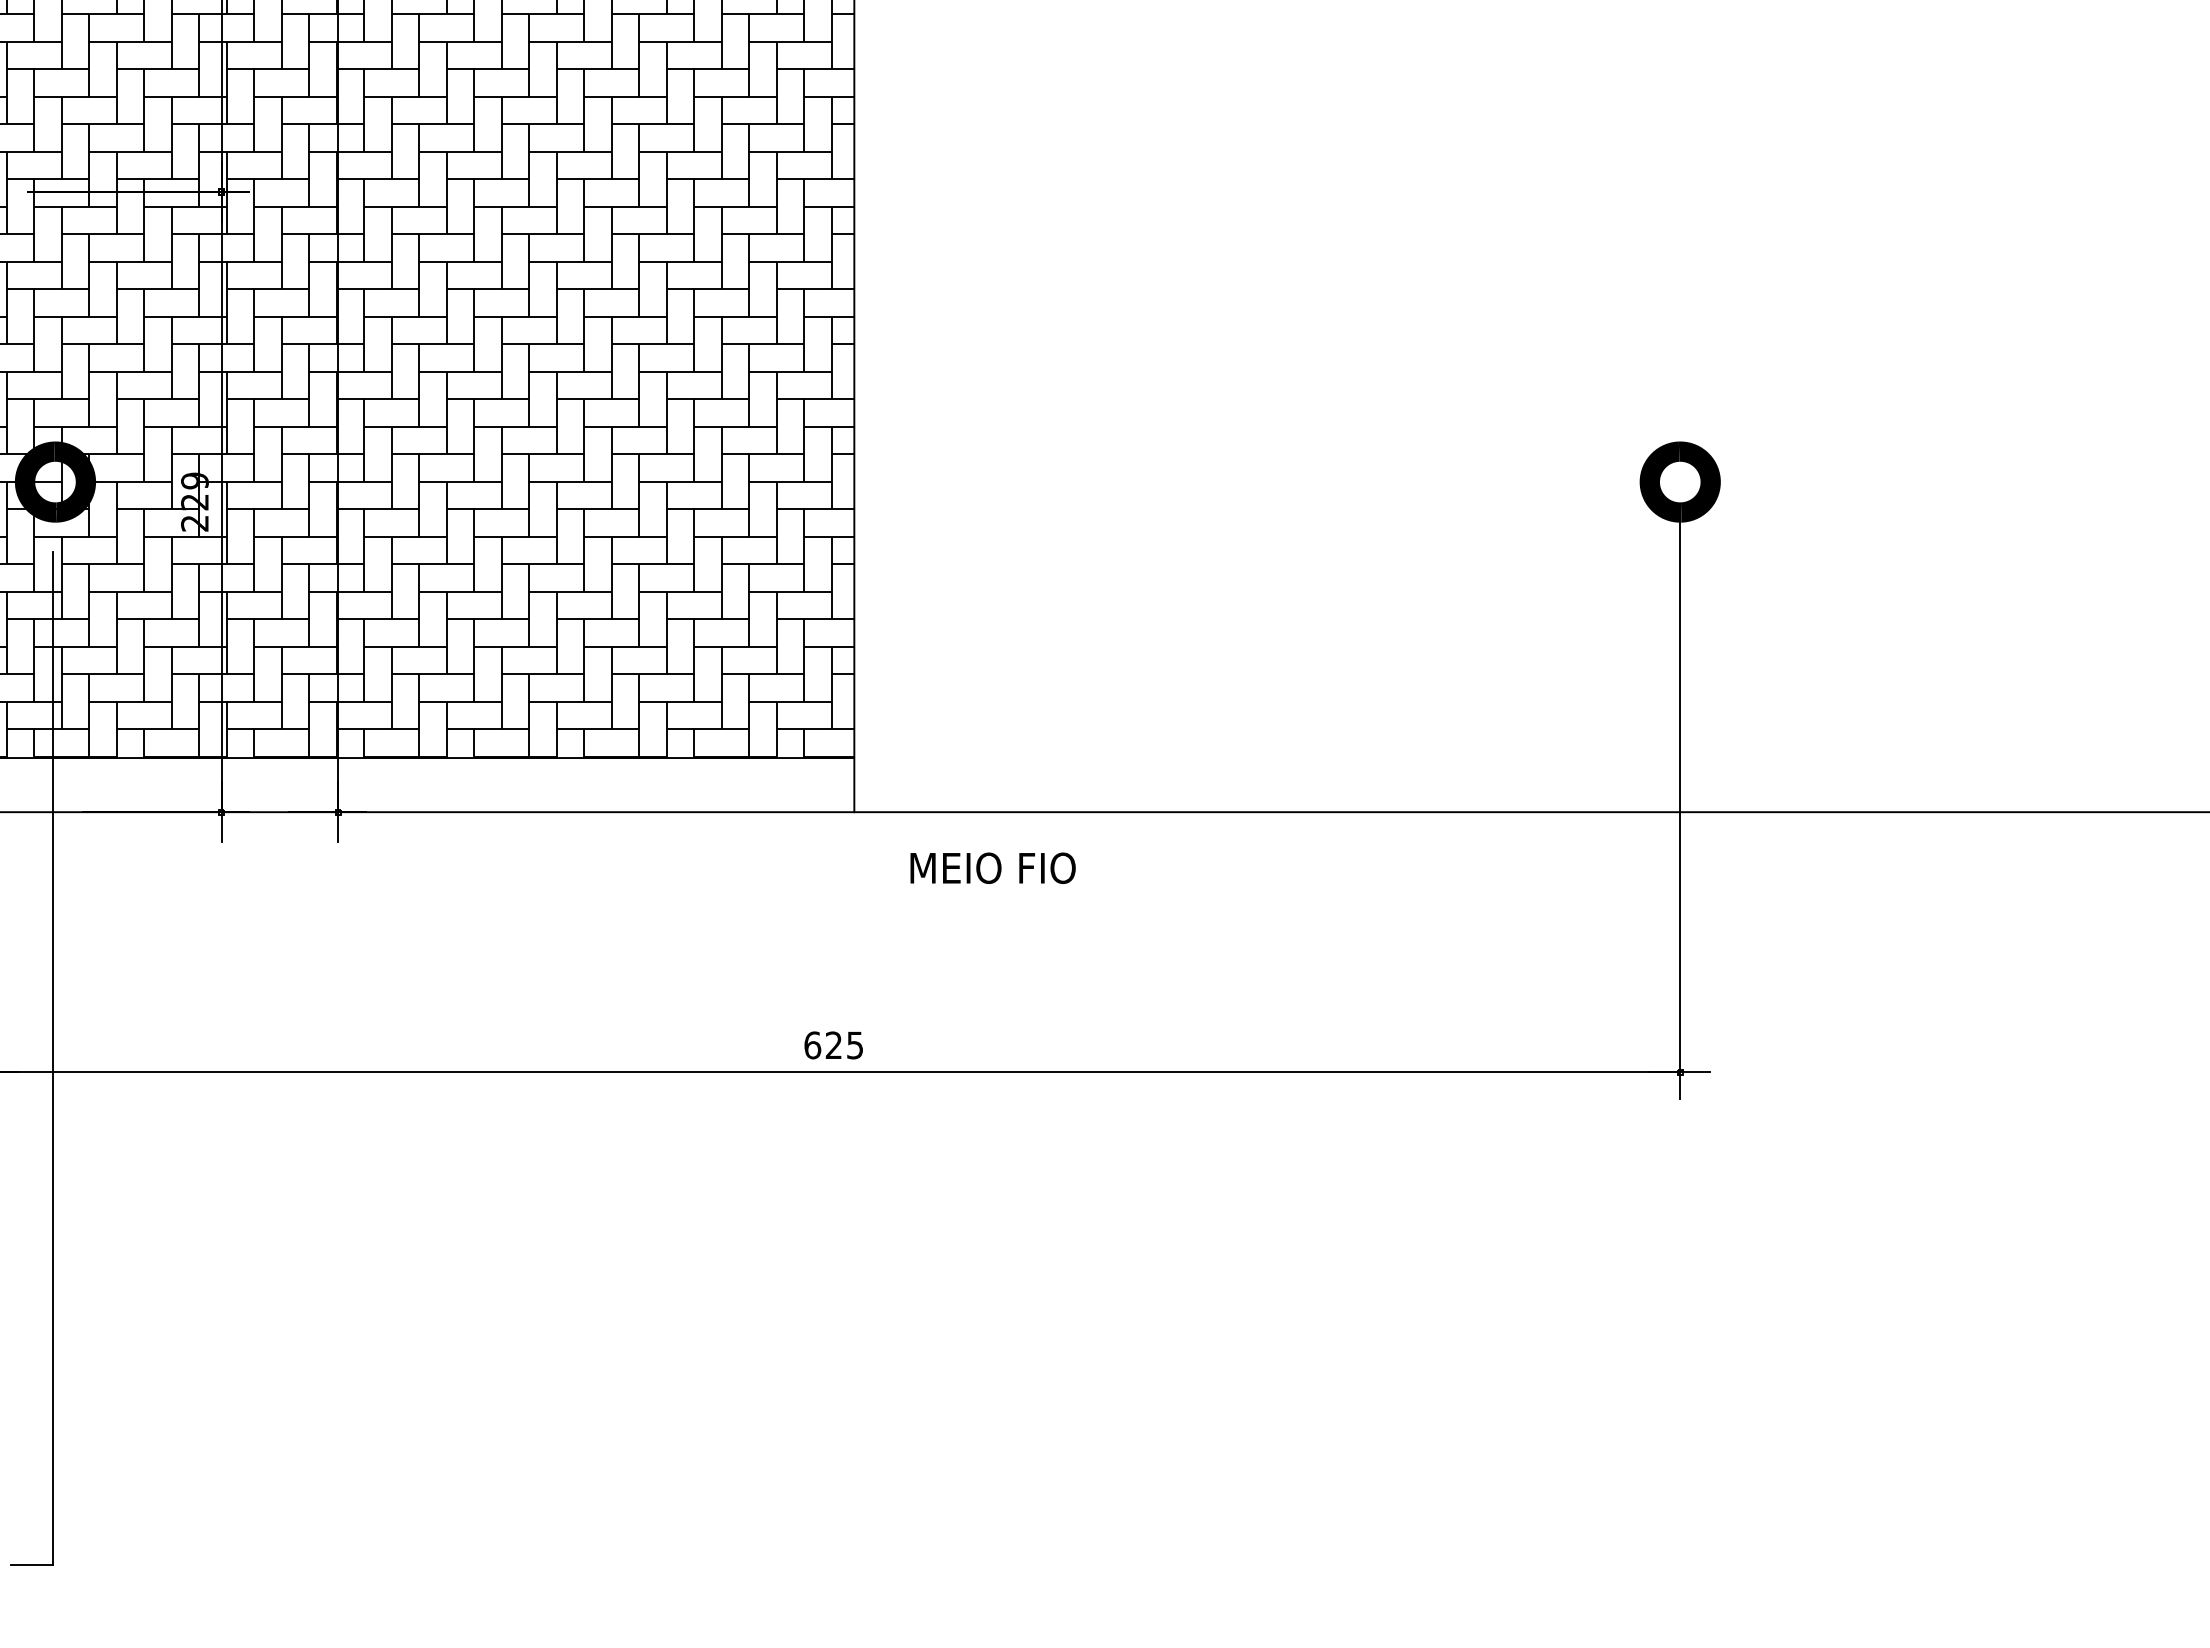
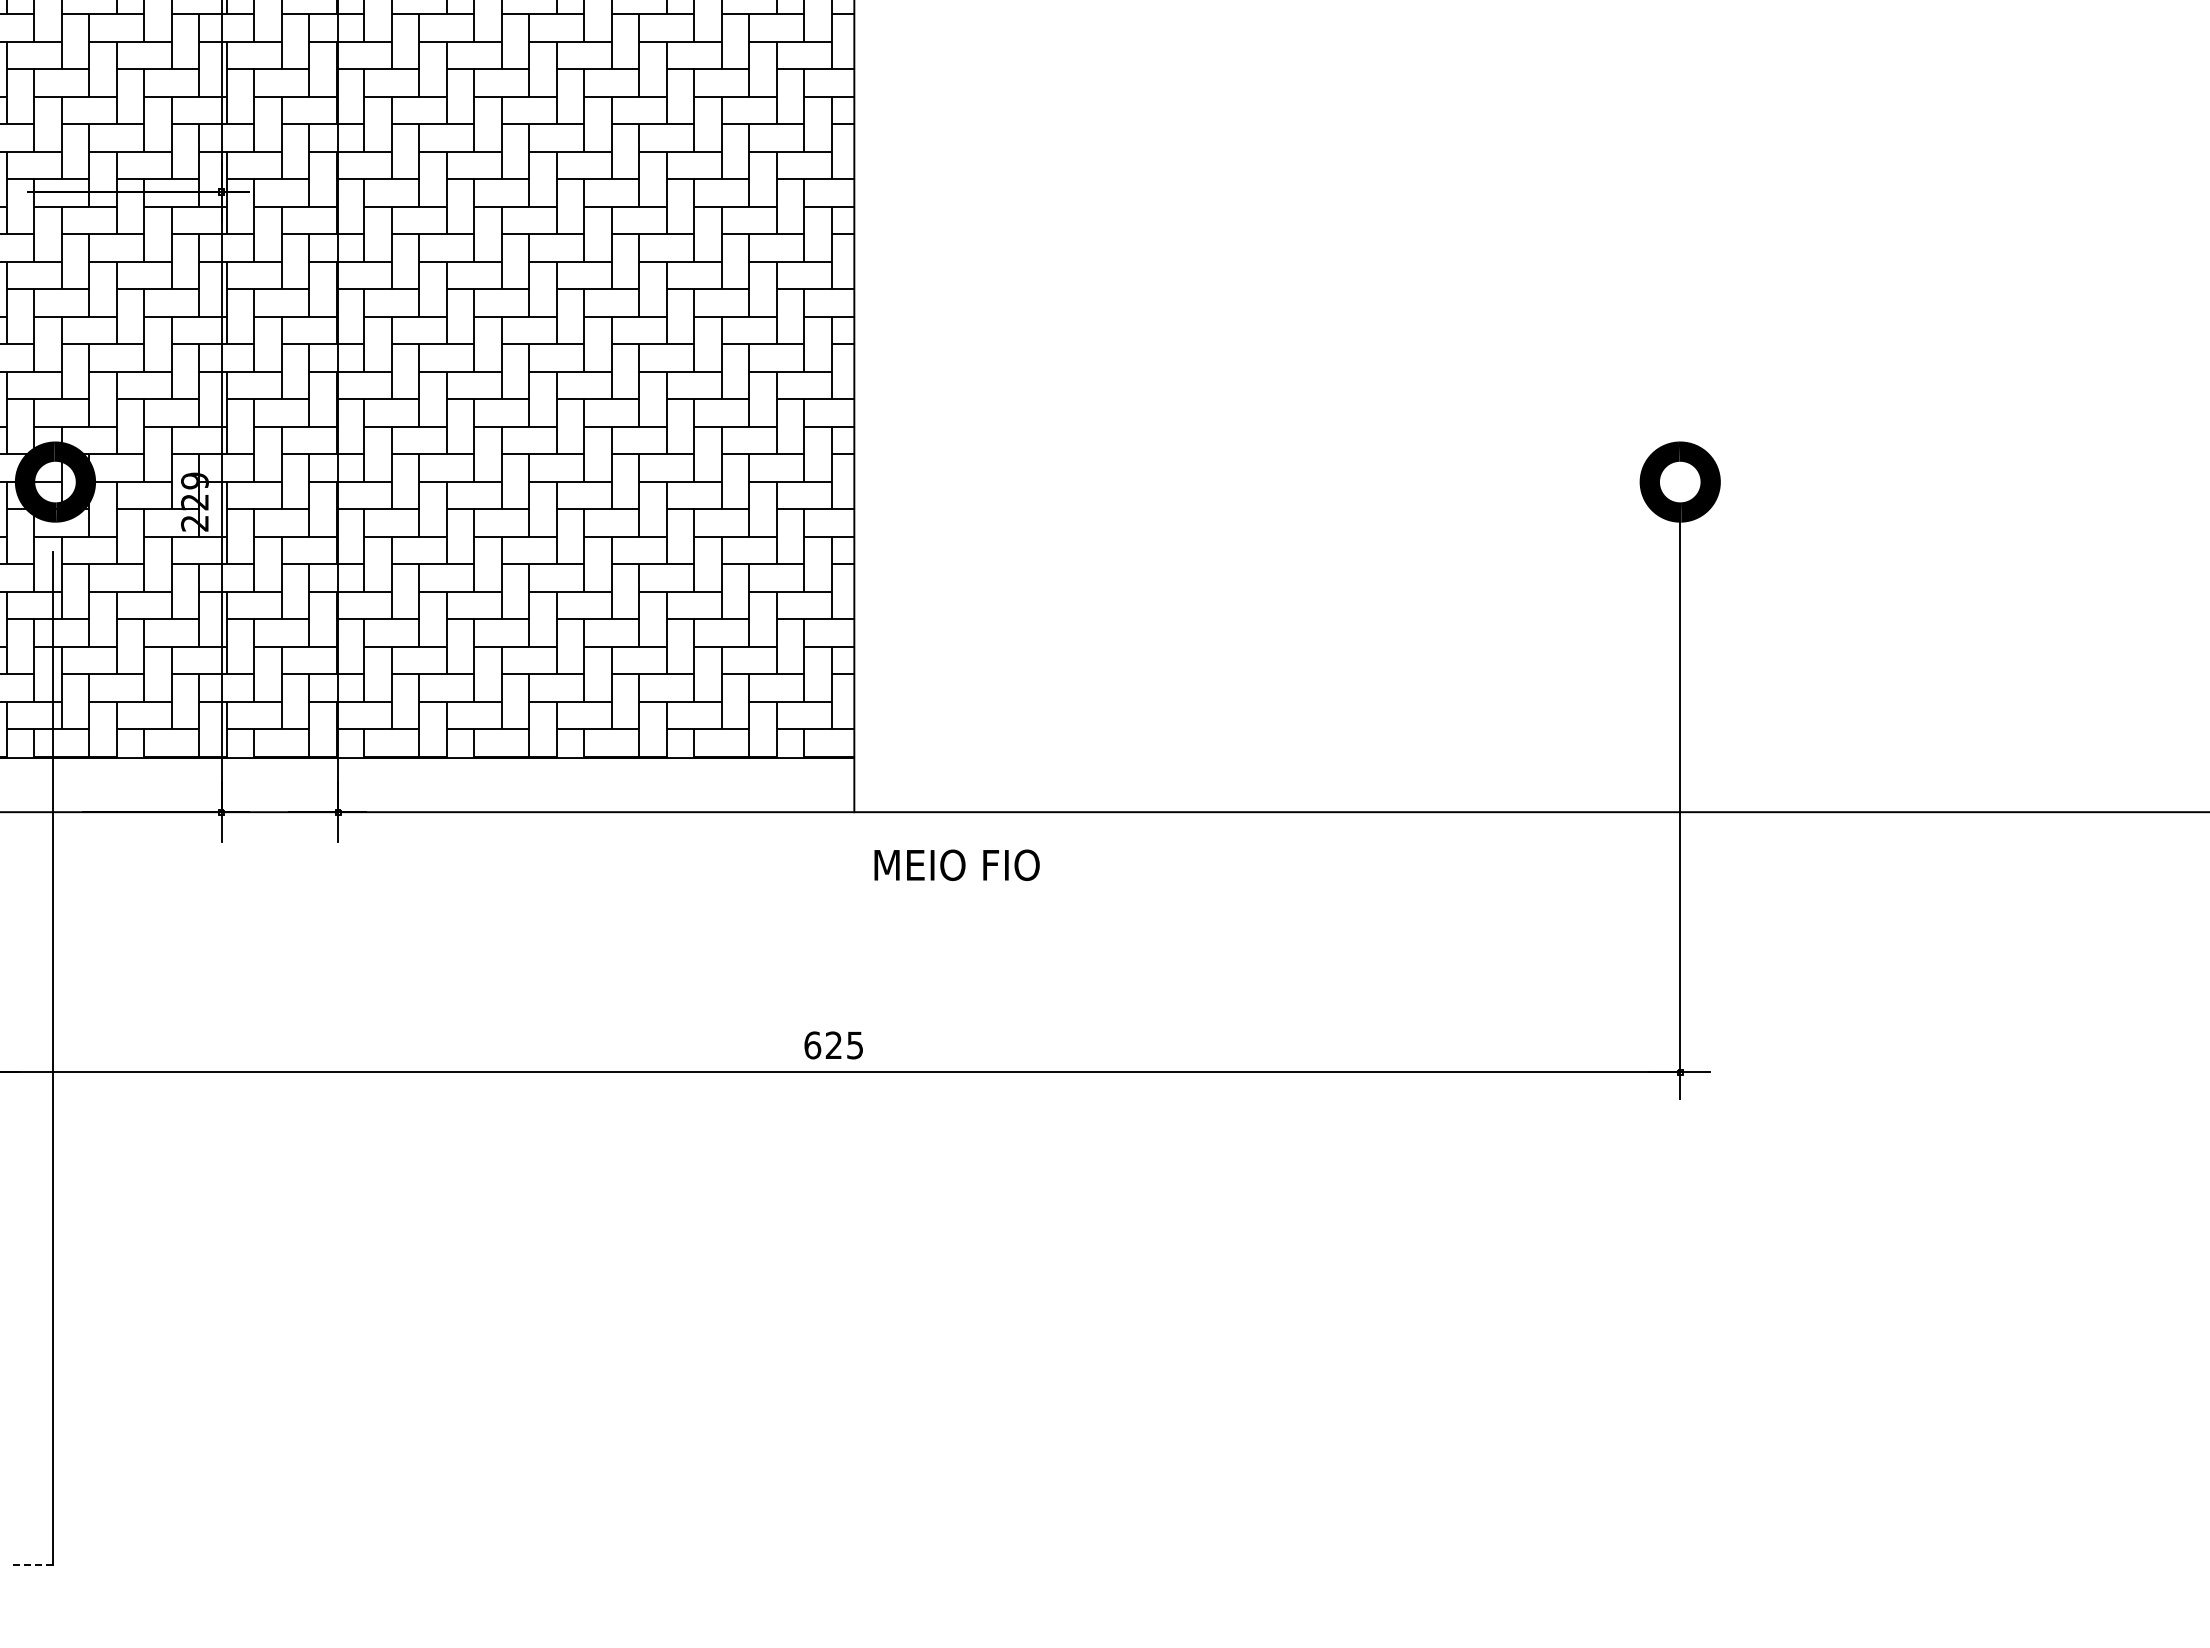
text at (992, 867) position: (992, 867) -> (956, 864)
line at (31, 1565): solid -> dashed
